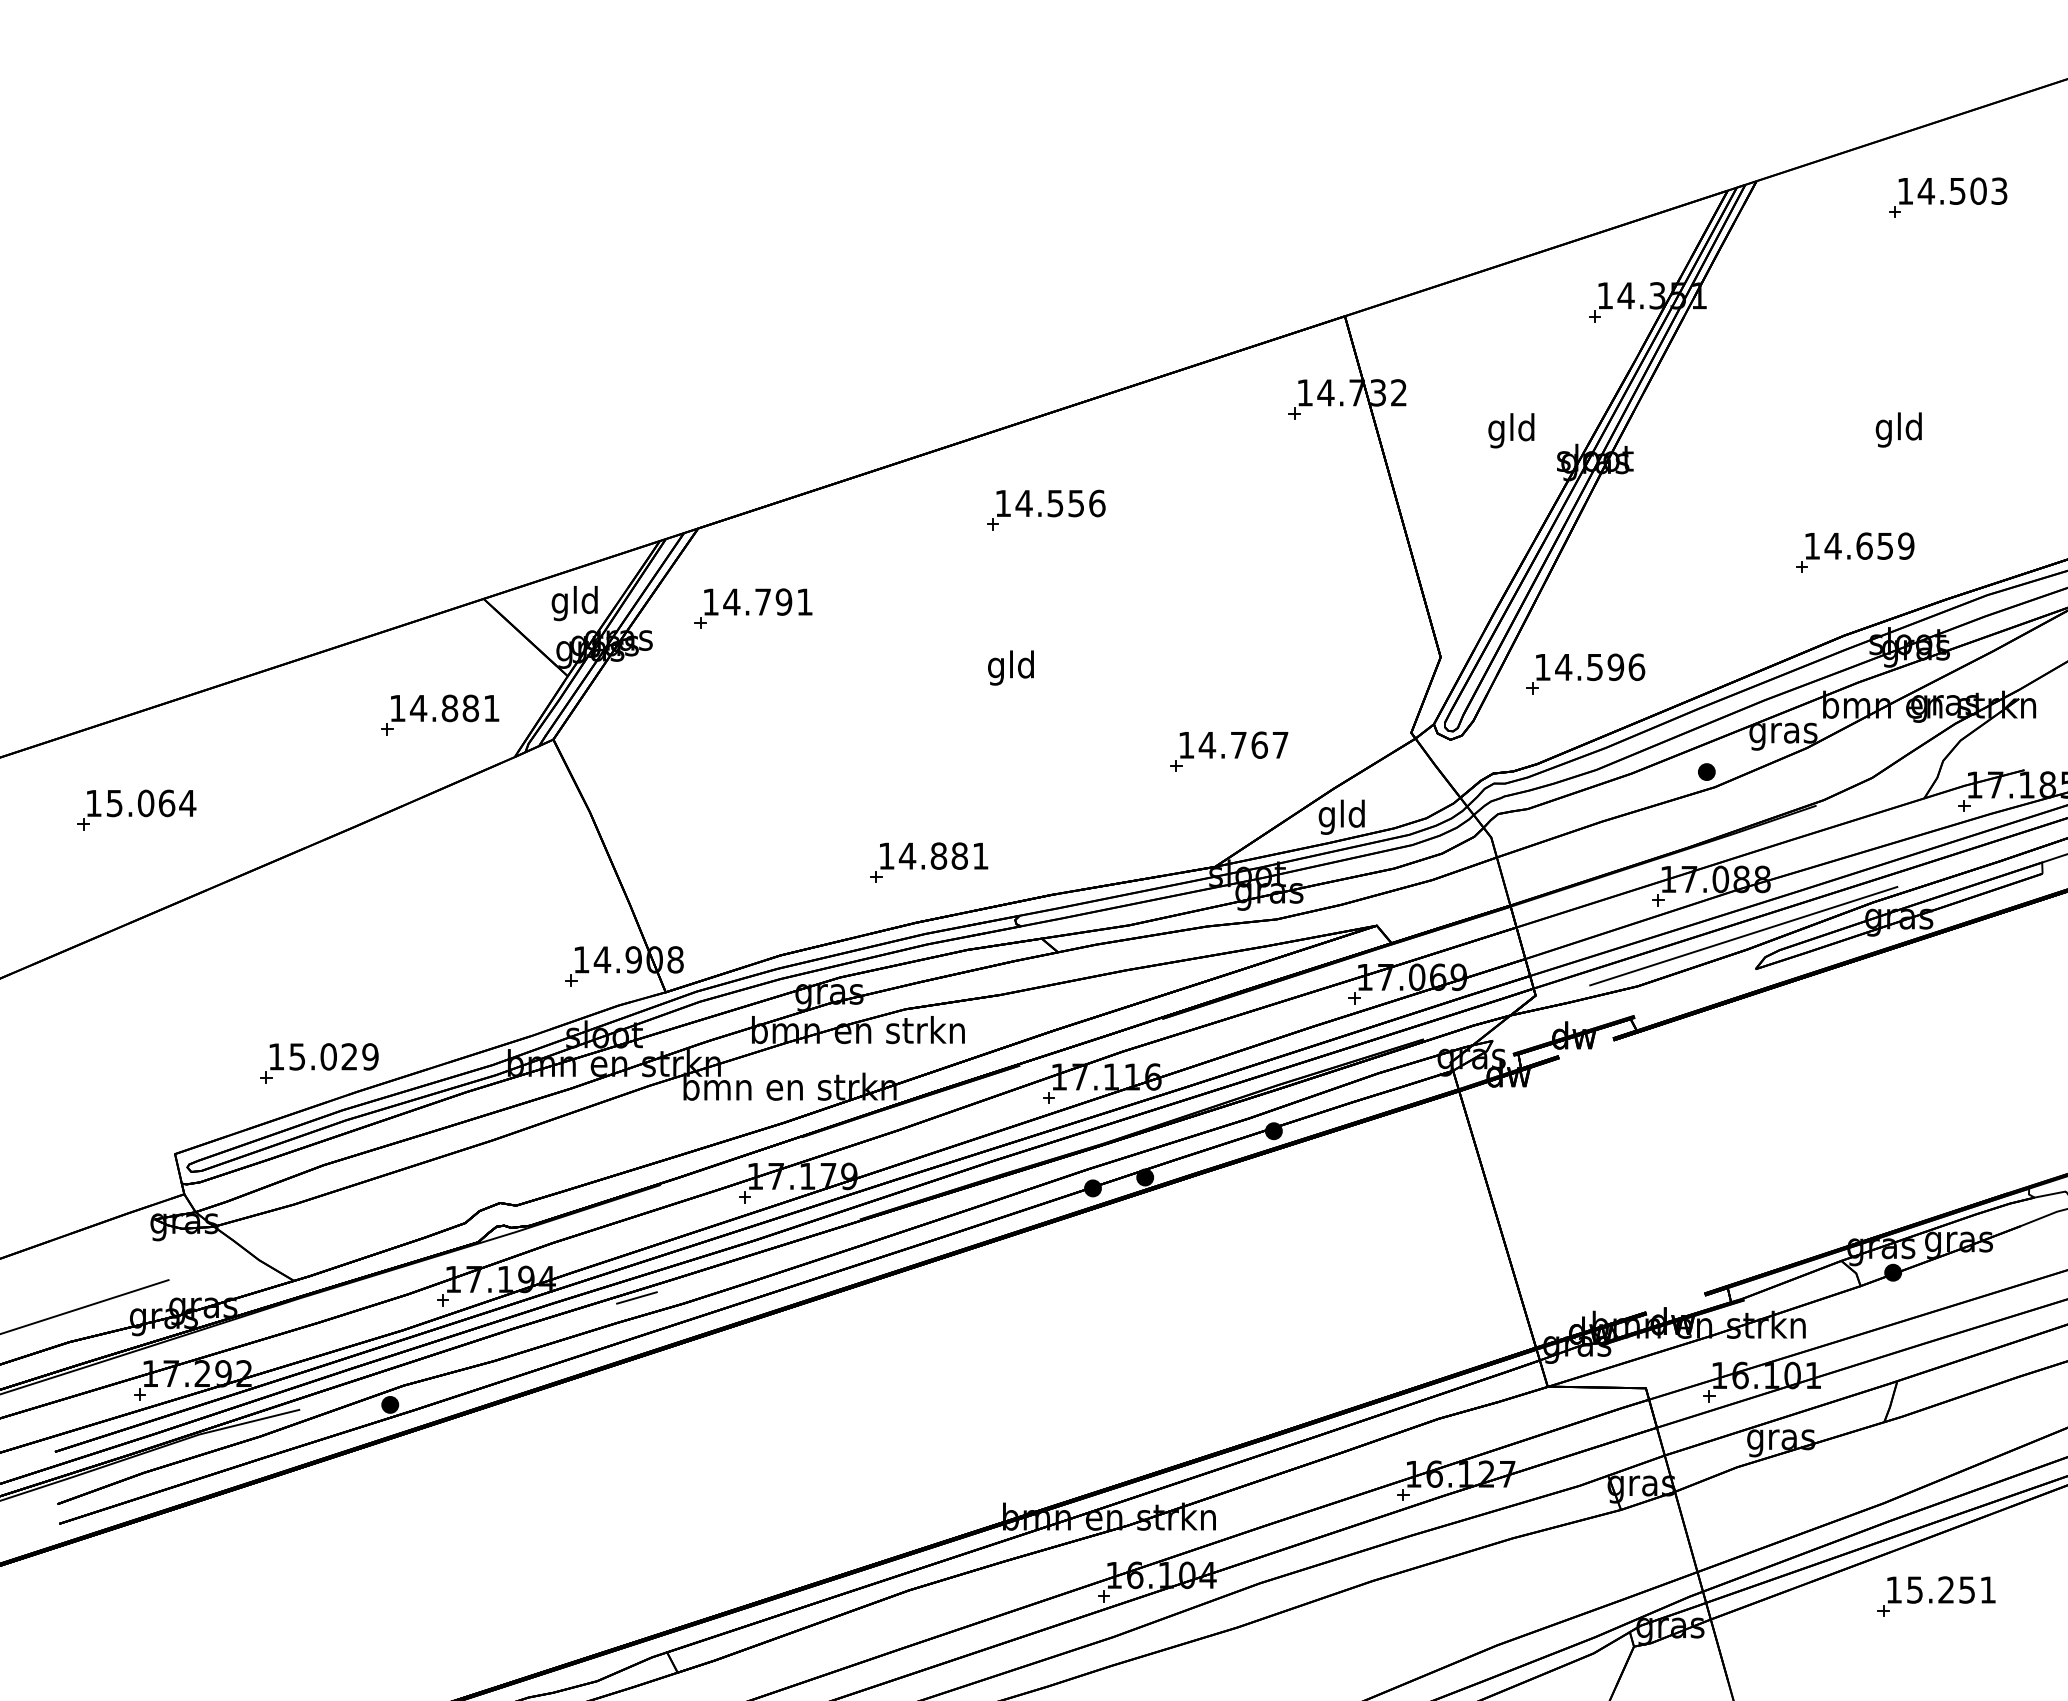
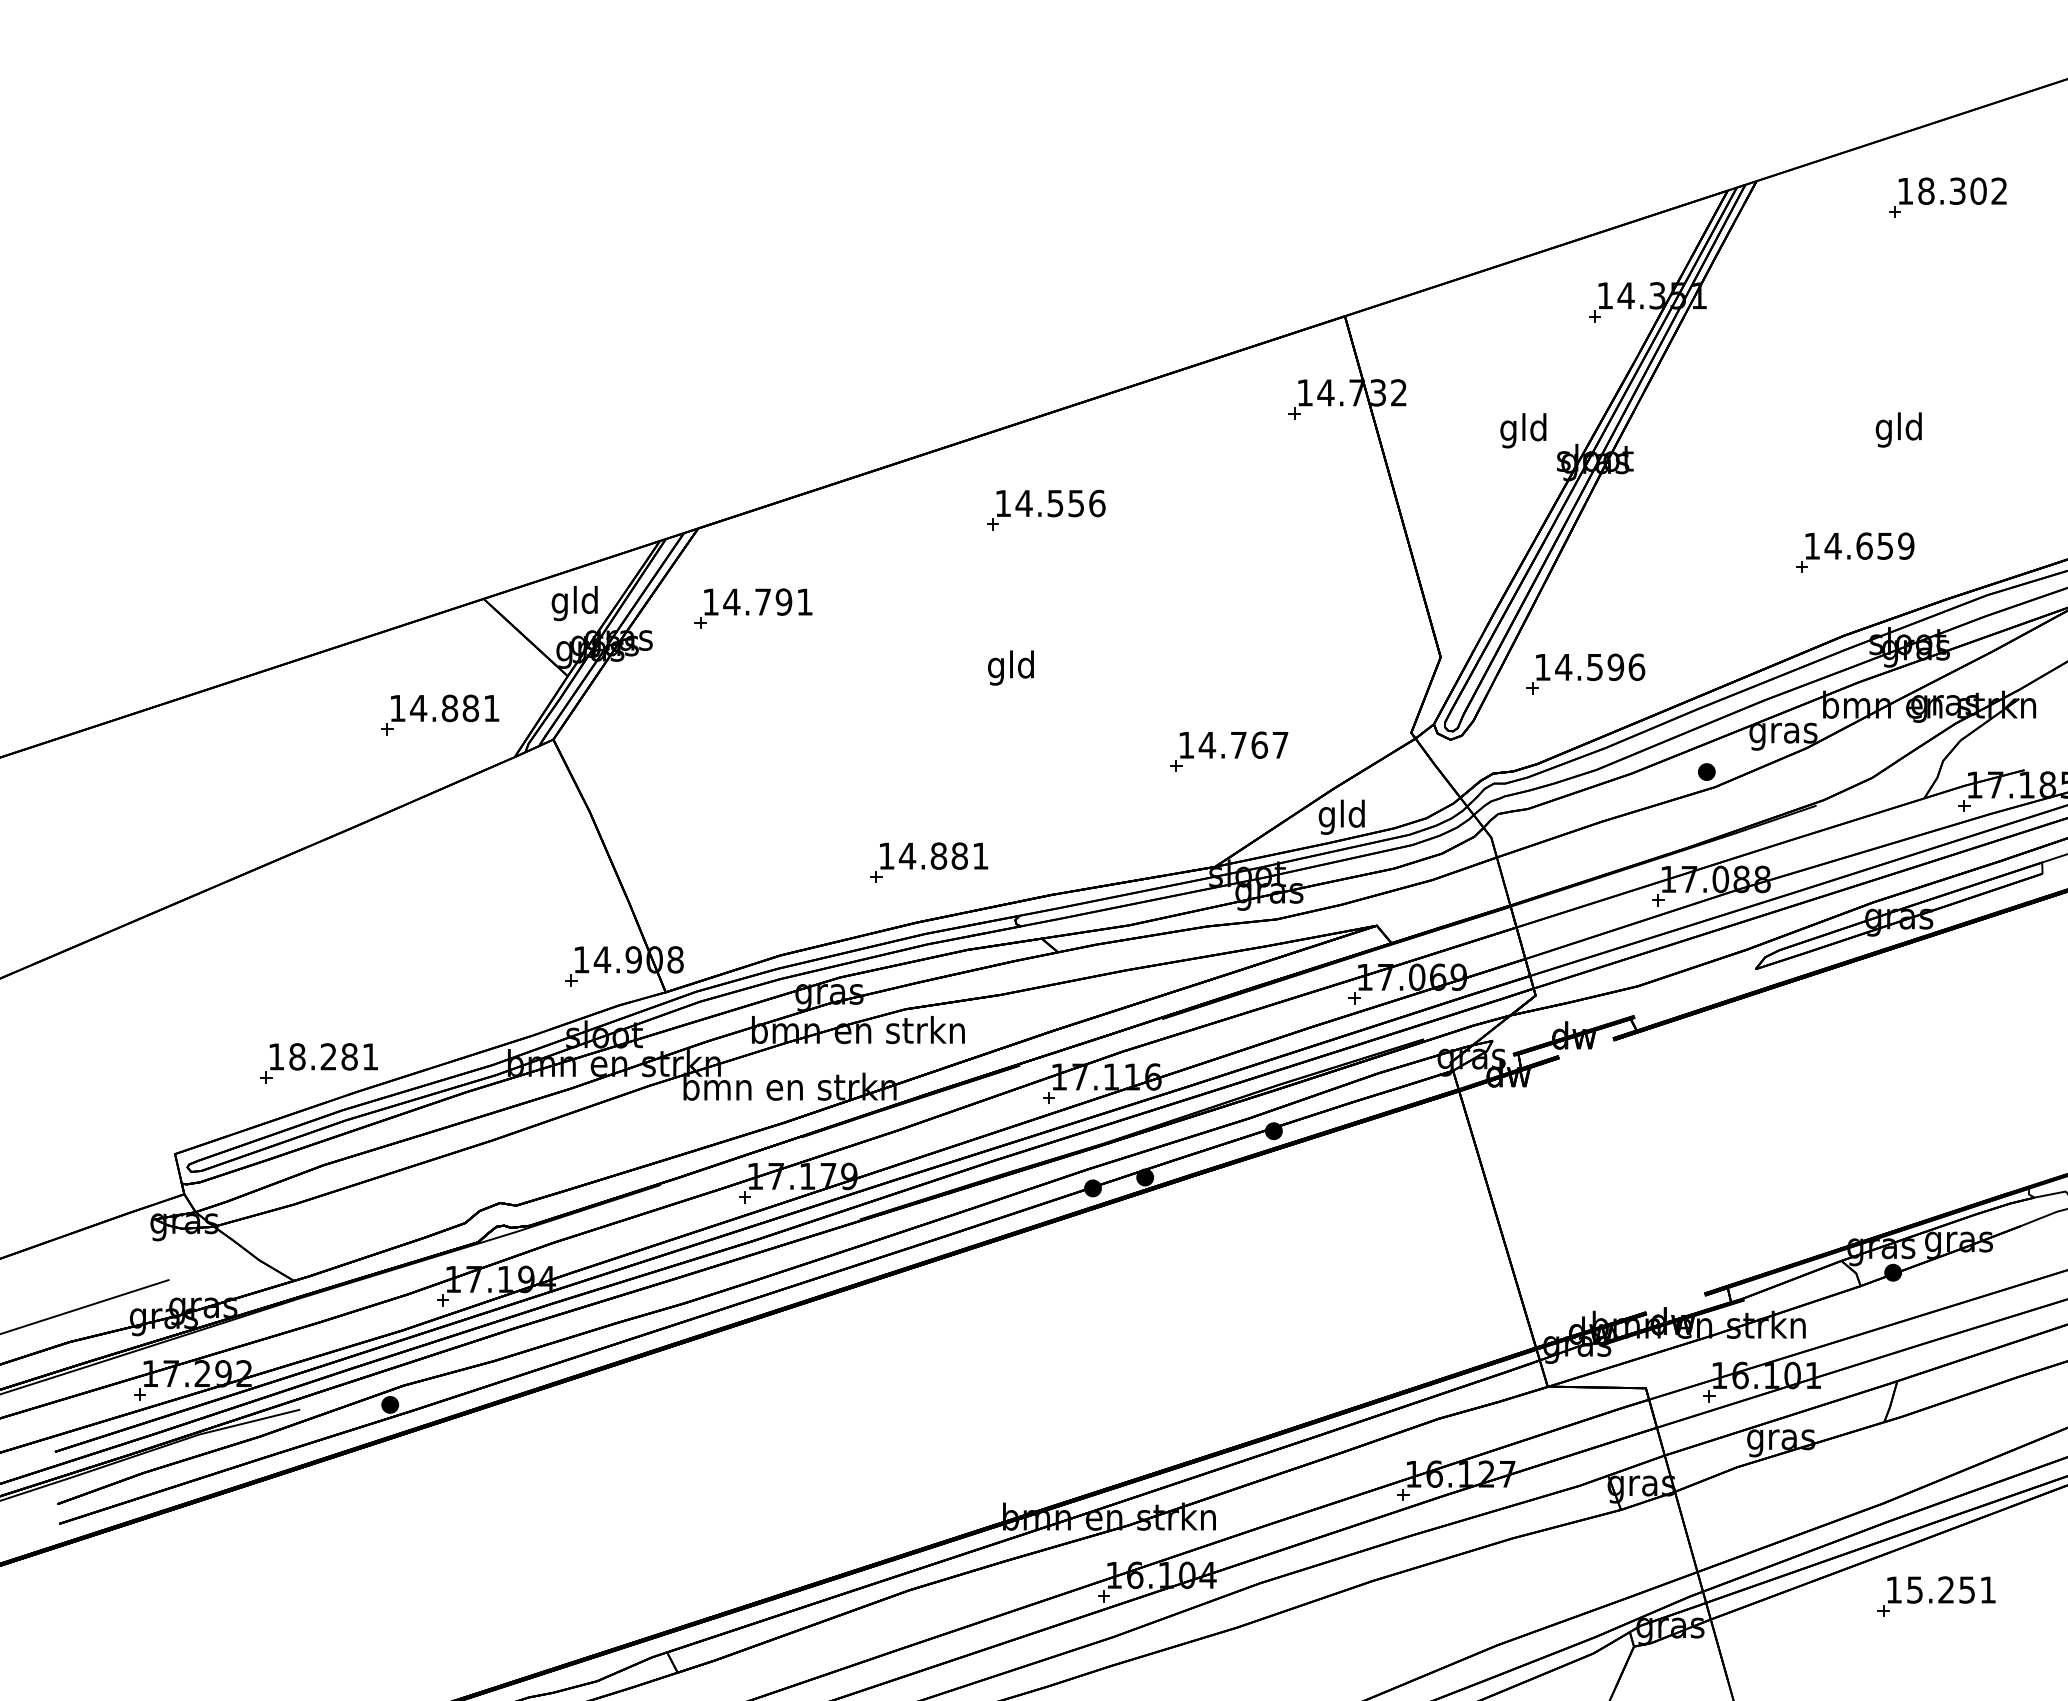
text at (1962, 190): 14.503 -> 18.302
text at (1511, 430) position: (1511, 430) -> (1523, 430)
part at (136, 809): present -> none
line at (1743, 936): present -> none
text at (333, 1056): 15.029 -> 18.281
line at (636, 1297): present -> none
